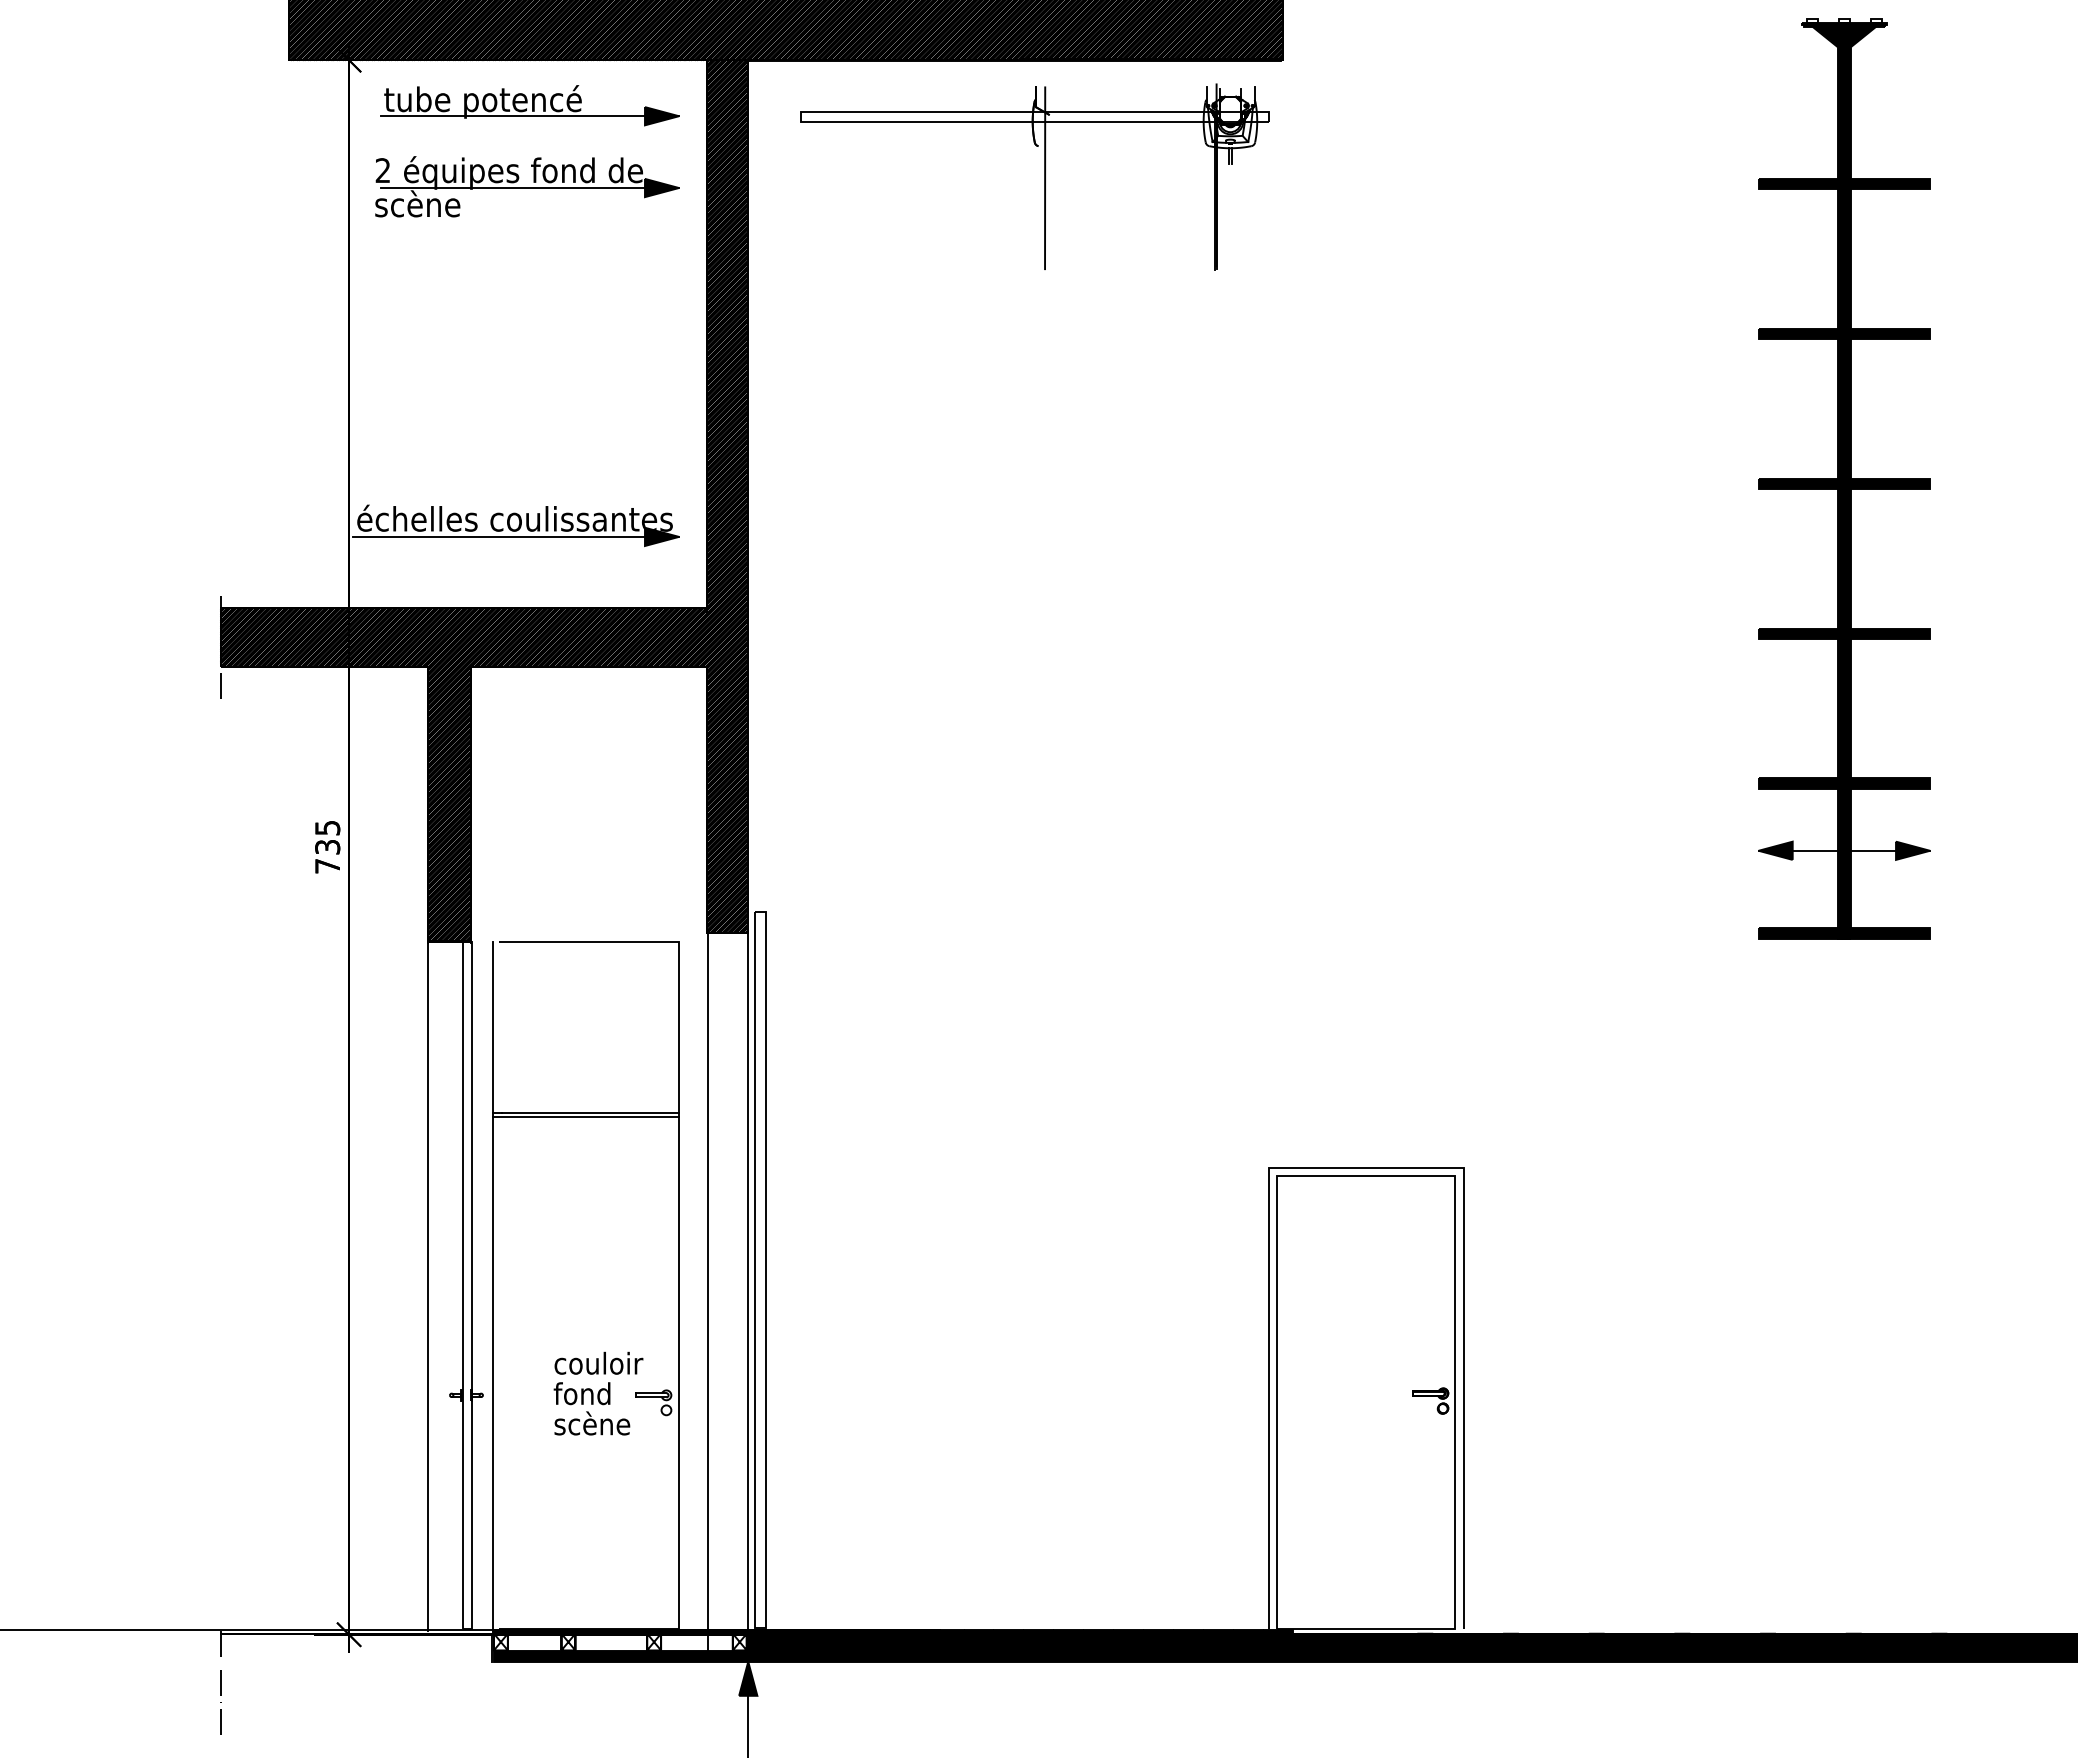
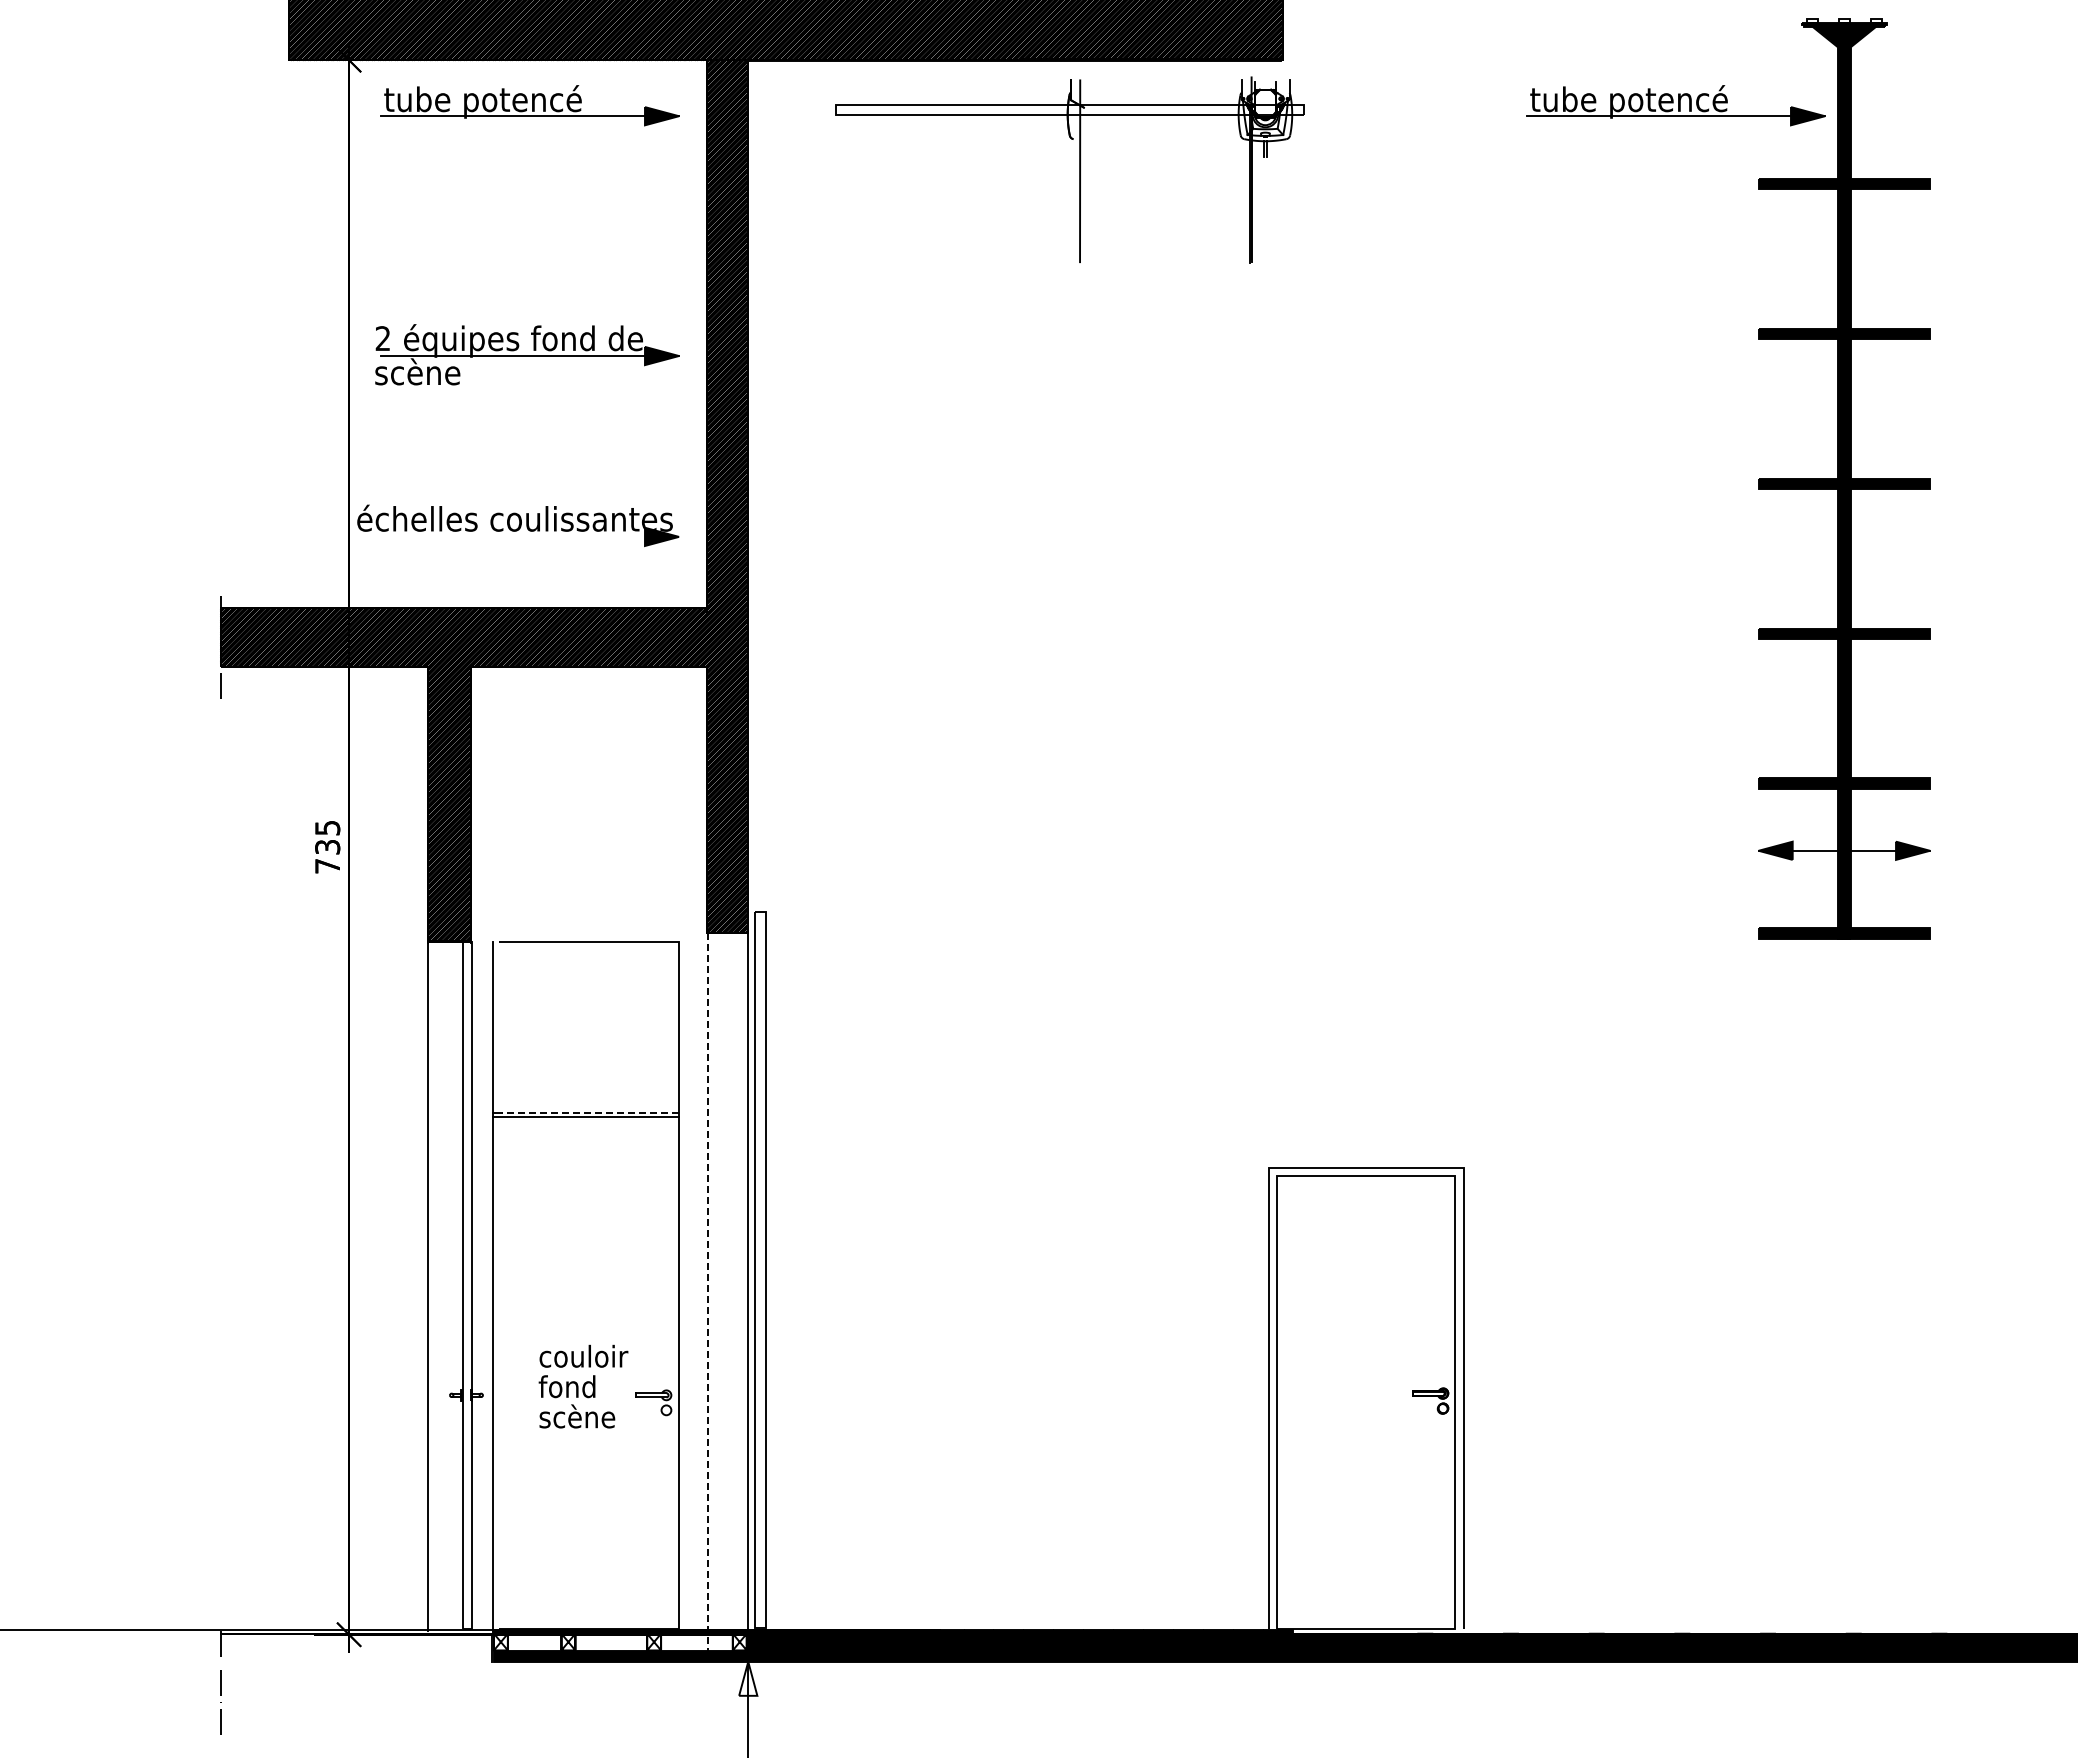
part at (1675, 105): none -> present
part at (1044, 176) position: (1044, 176) -> (1079, 169)
part at (527, 186) position: (527, 186) -> (527, 354)
line at (515, 536): present -> none
line at (590, 1112): solid -> dashed
line at (707, 1292): solid -> dashed
text at (598, 1393) position: (598, 1393) -> (583, 1386)
fill at (748, 1678): present -> none
